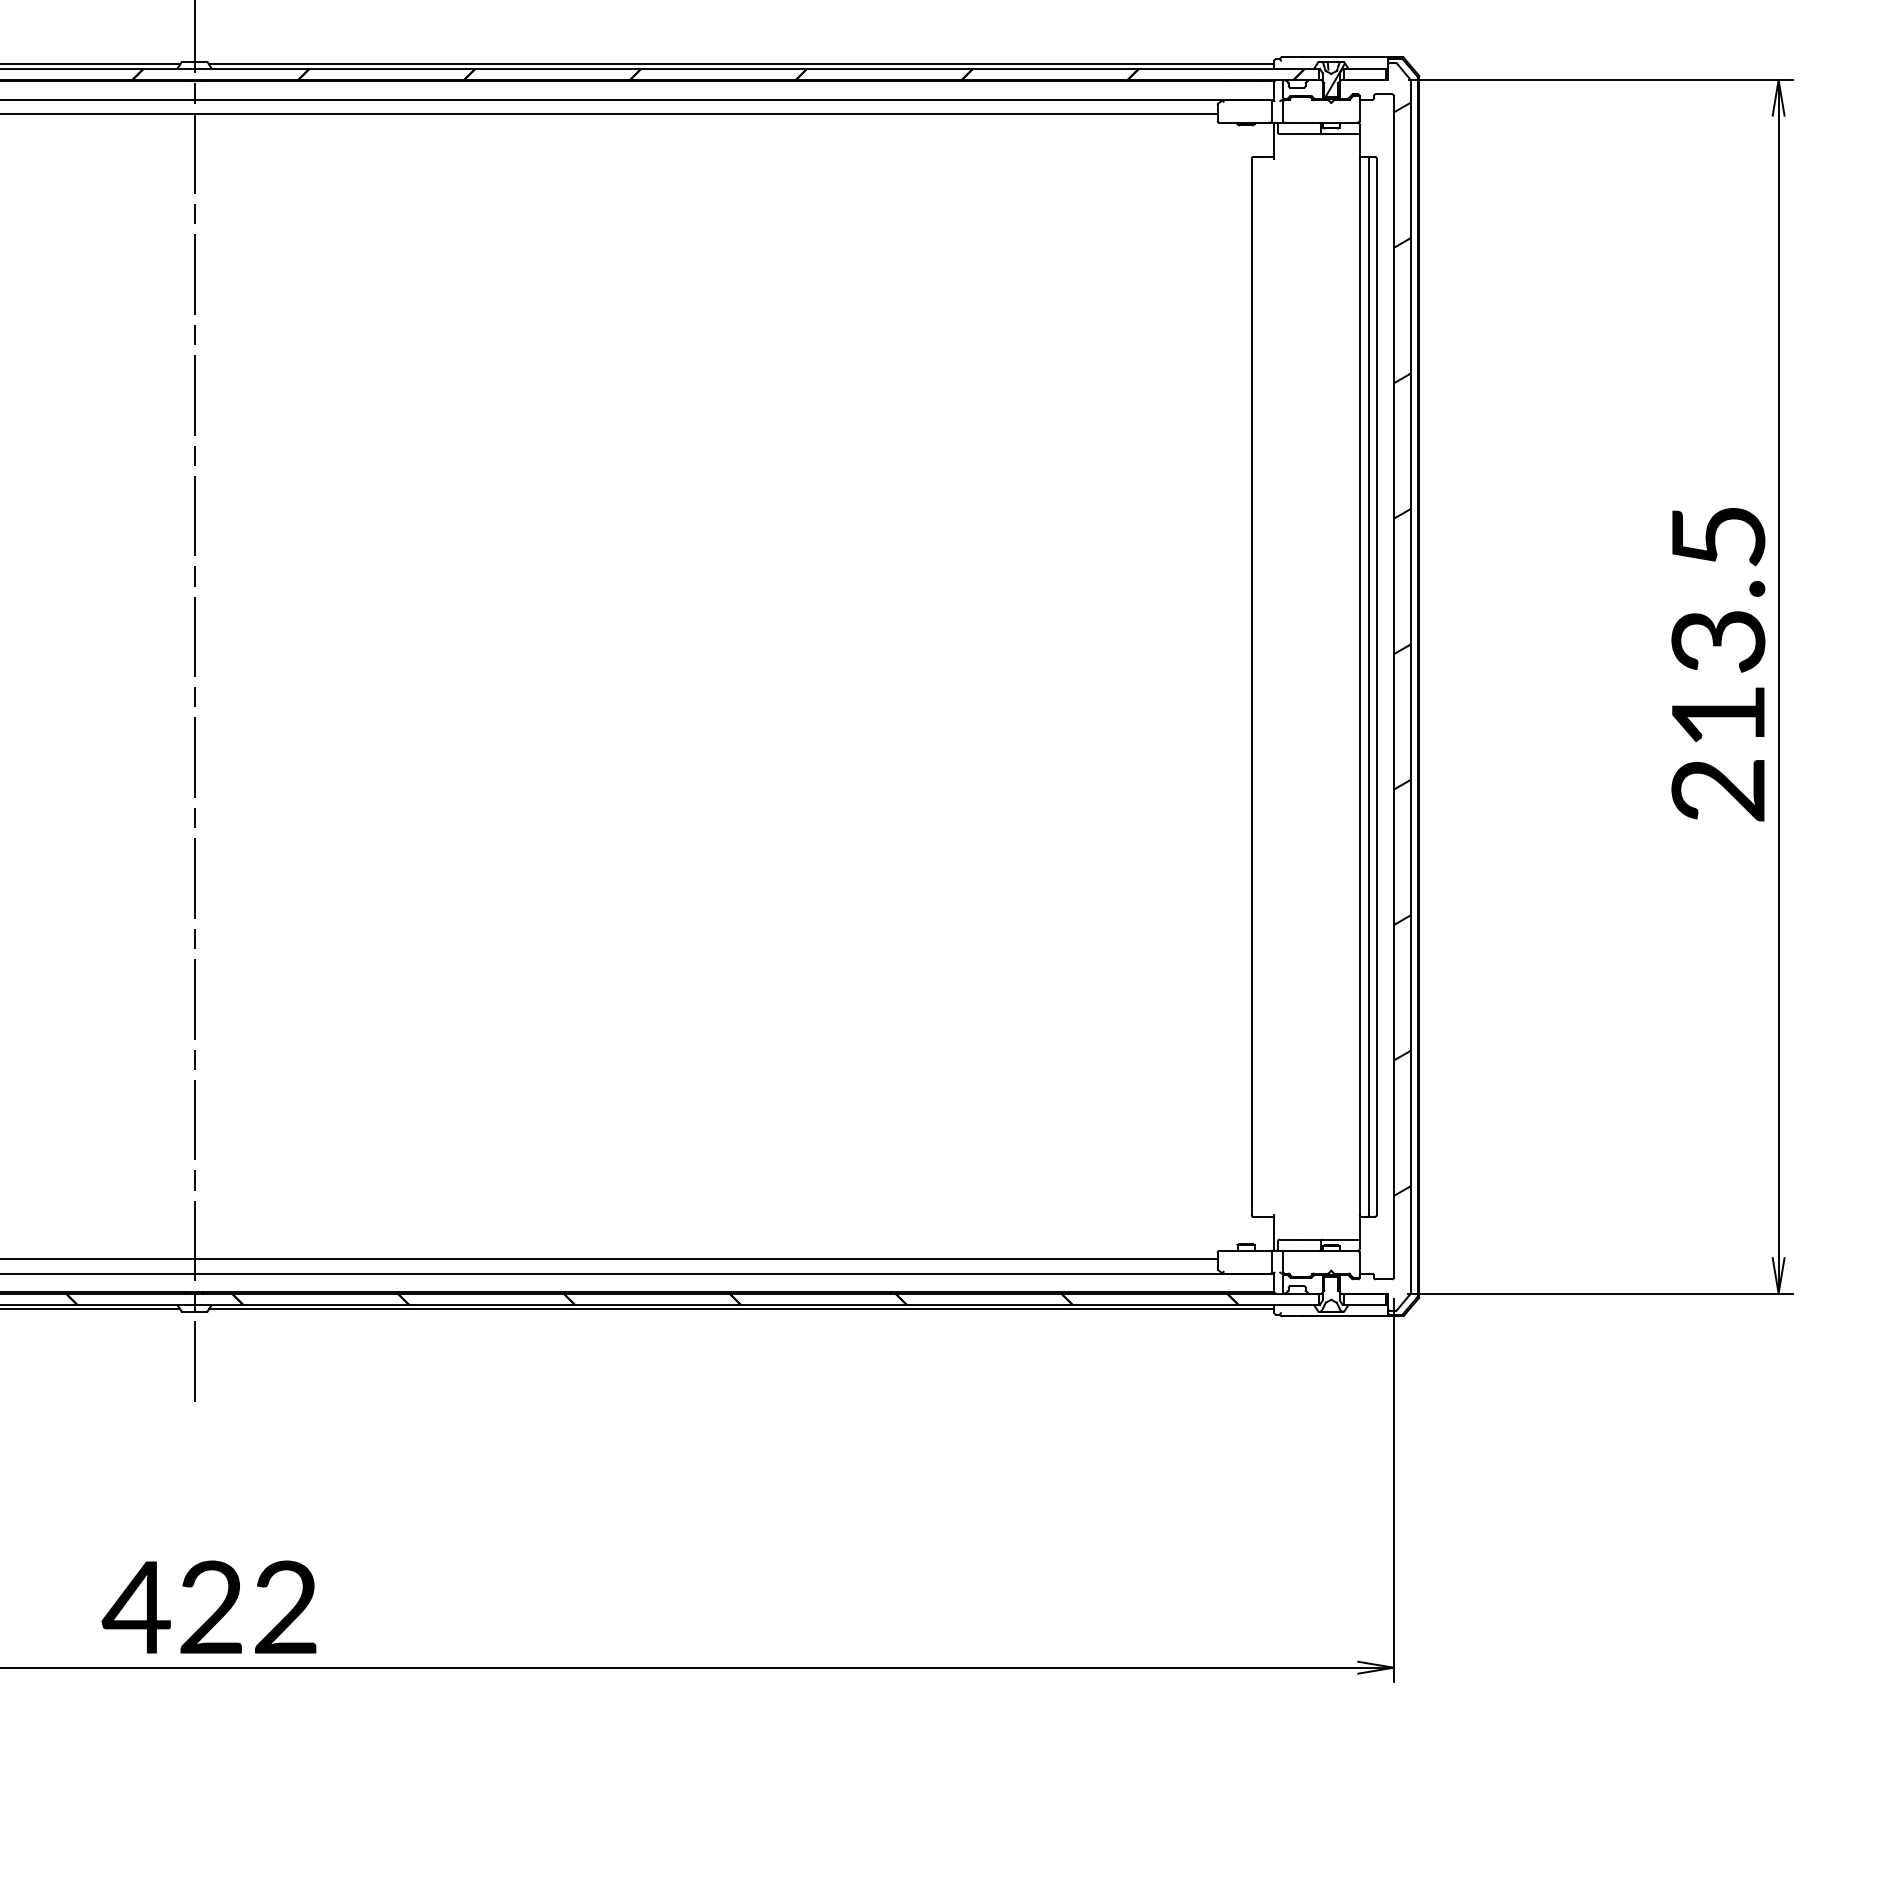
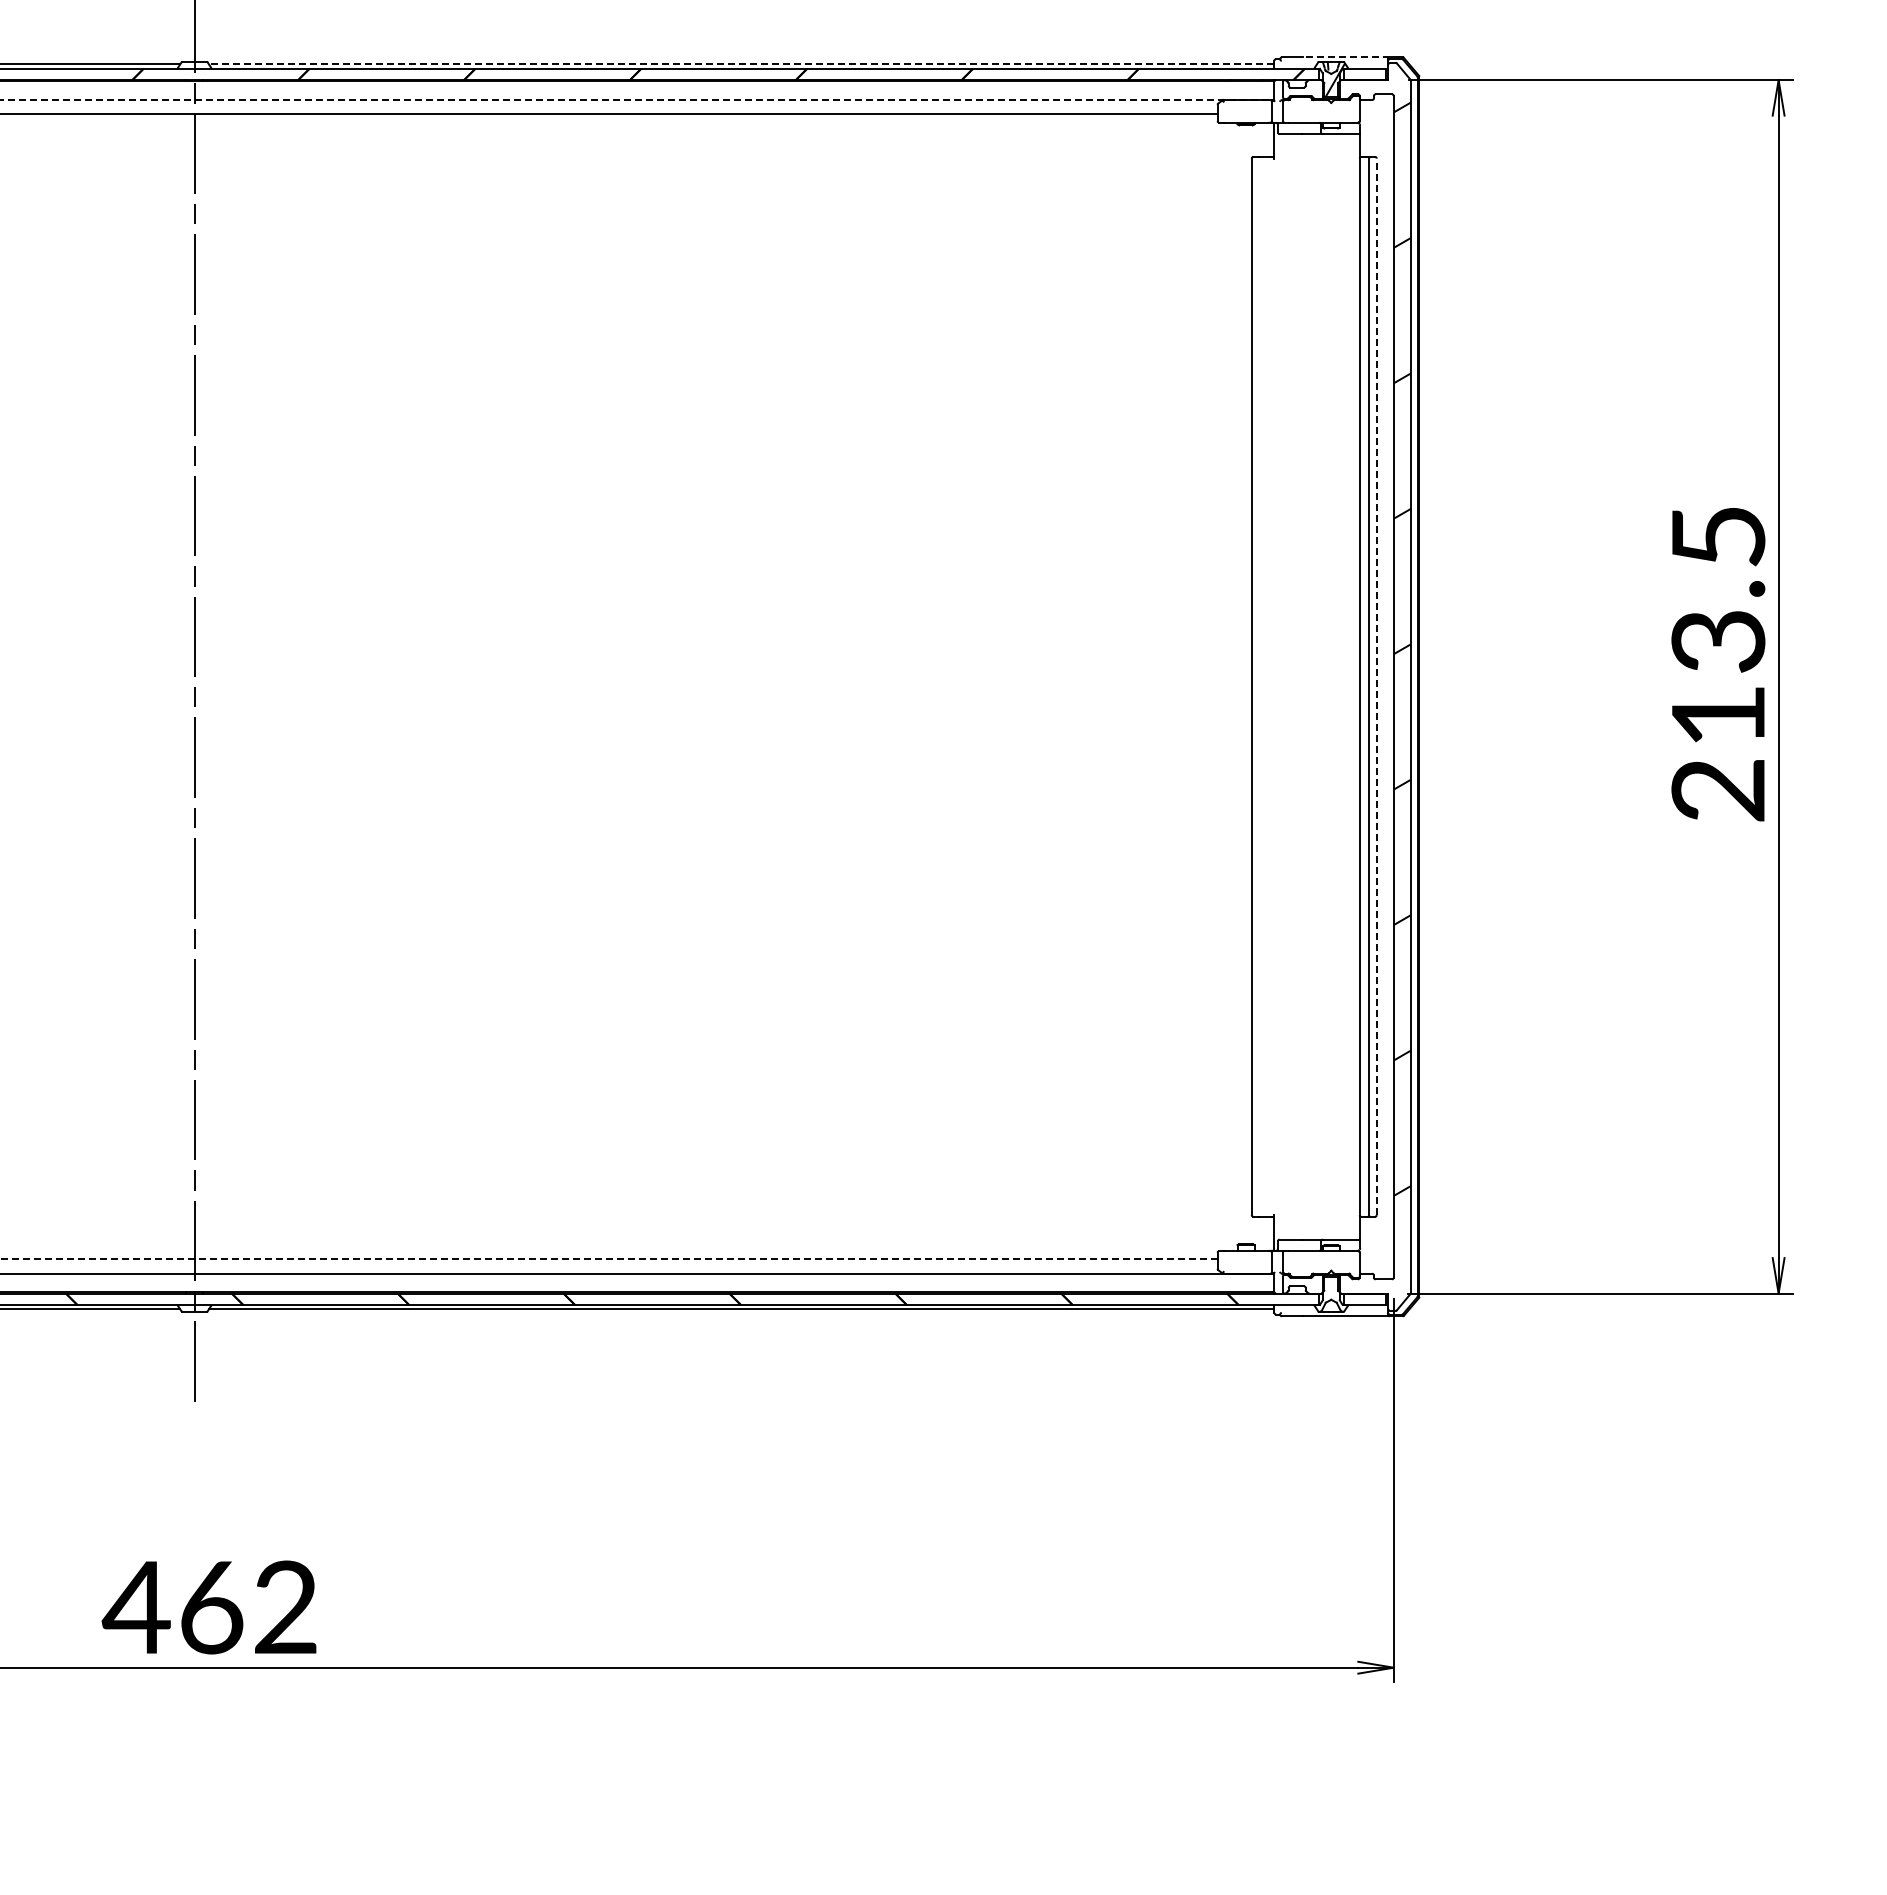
line at (1345, 57): solid -> dashed
line at (741, 64): solid -> dashed
line at (636, 100): solid -> dashed
line at (1376, 686): solid -> dashed
line at (608, 1259): solid -> dashed
text at (211, 1607): 422 -> 462
